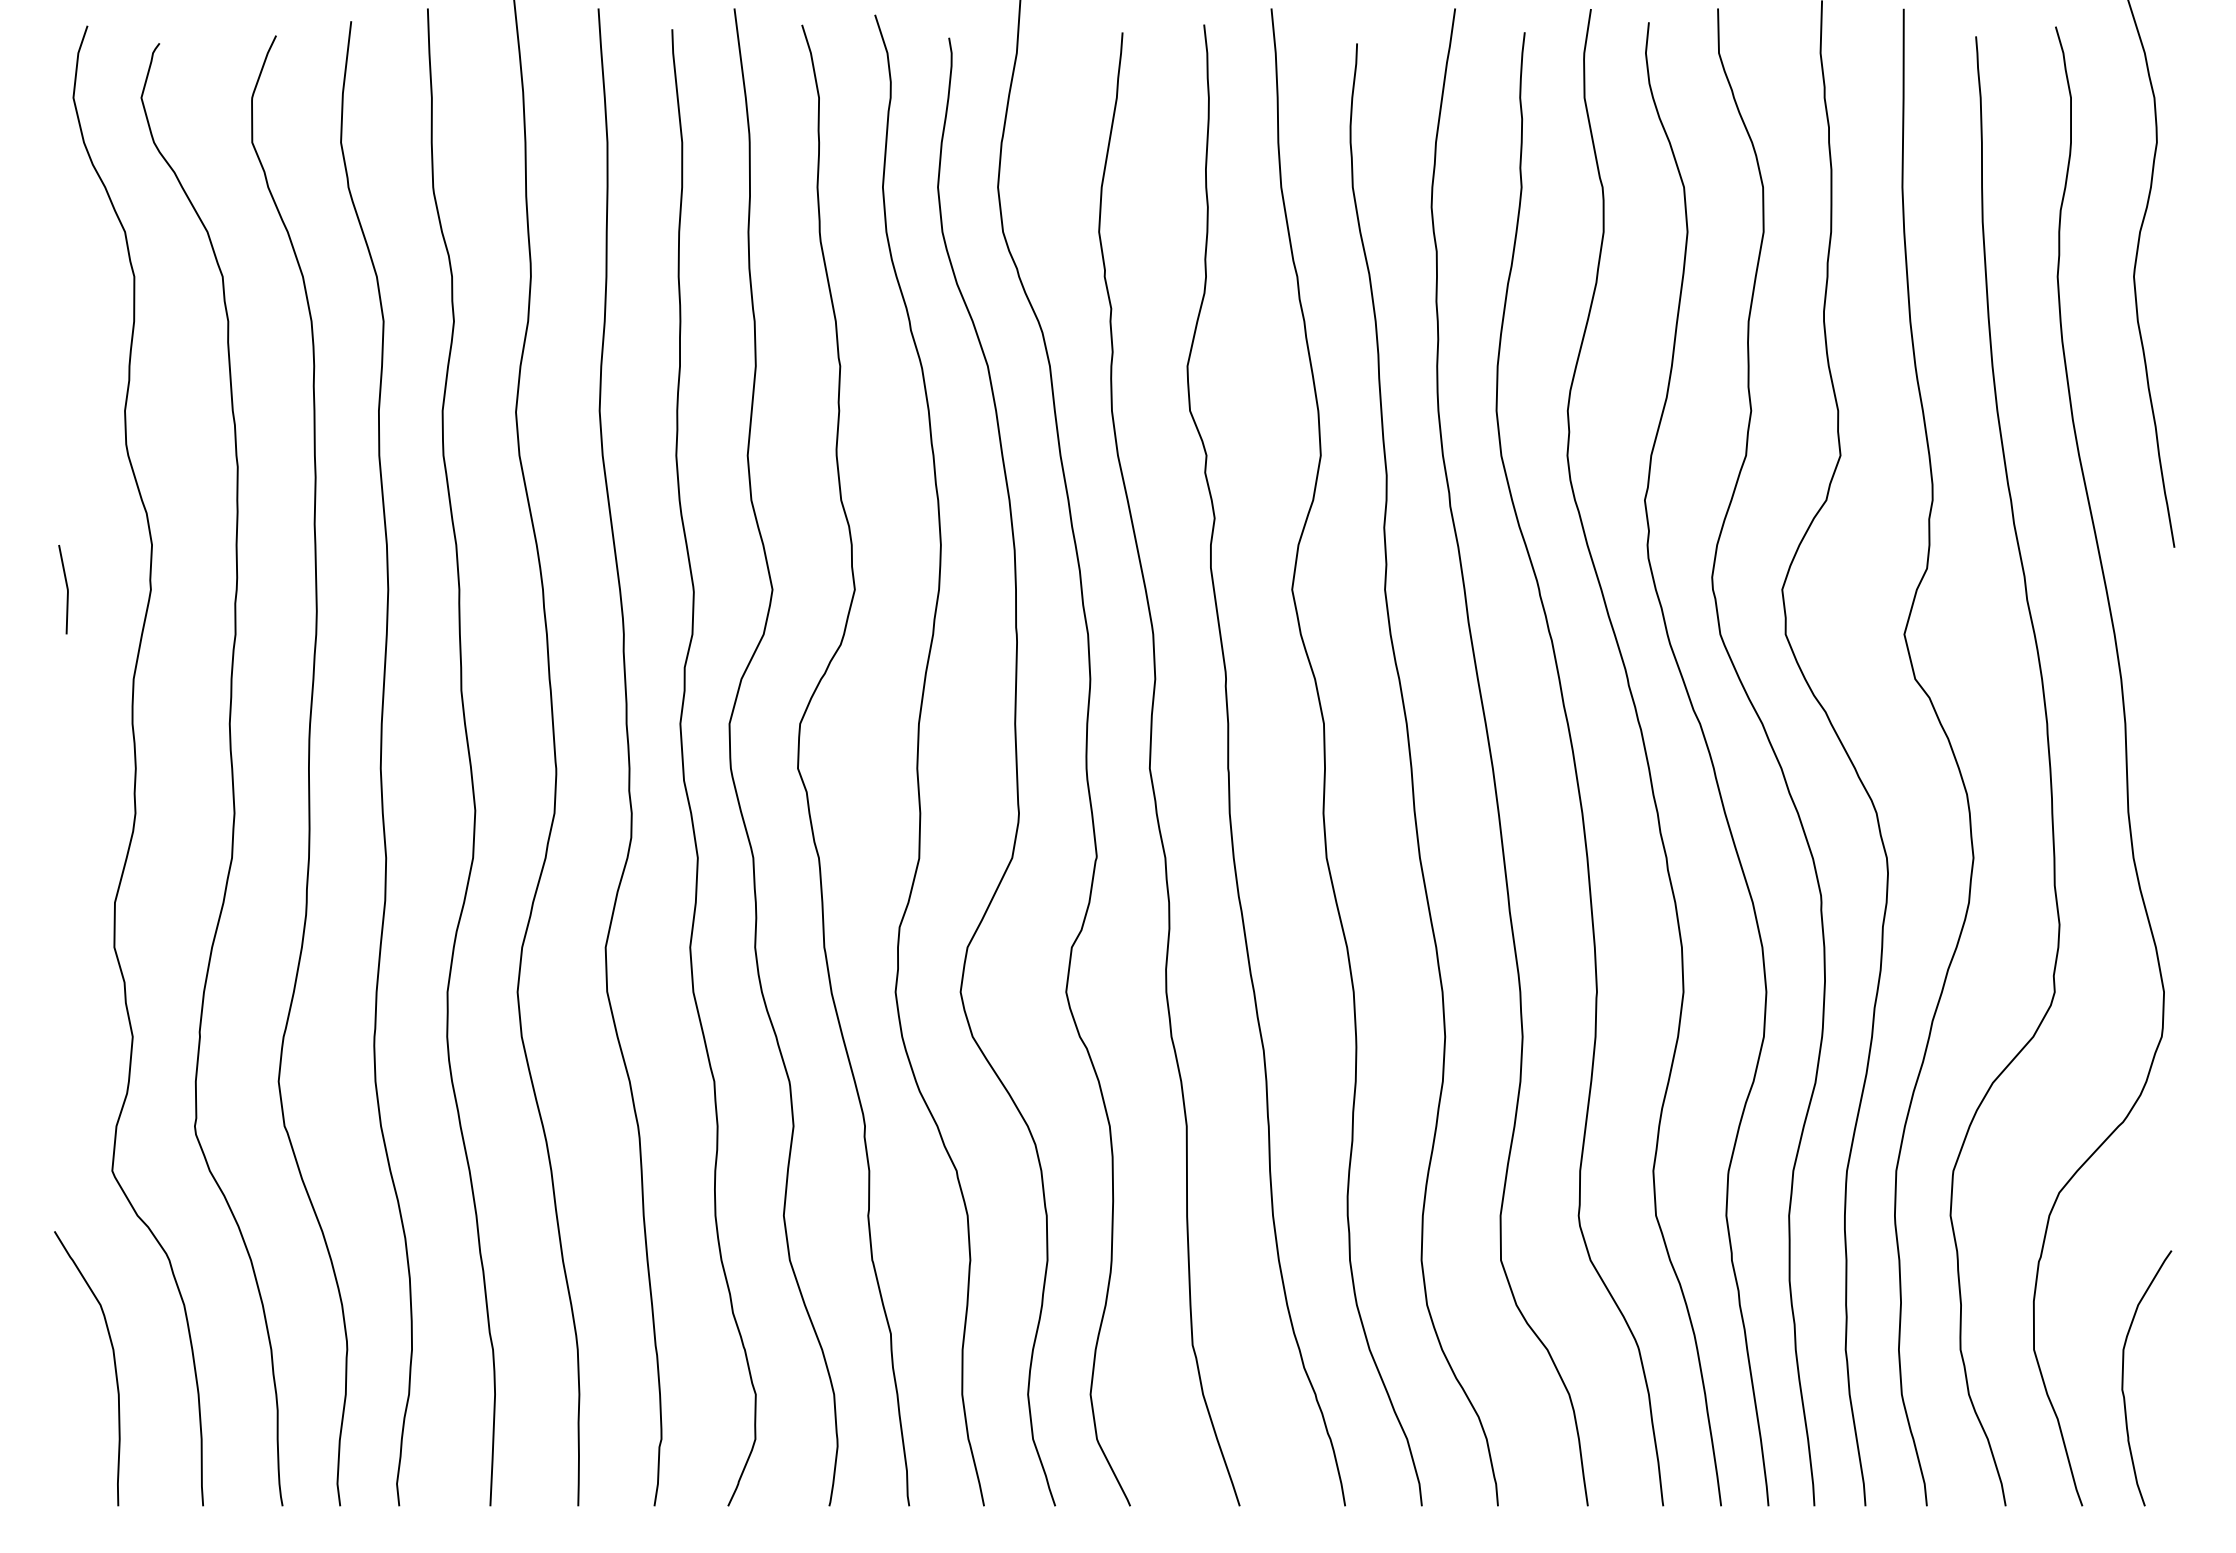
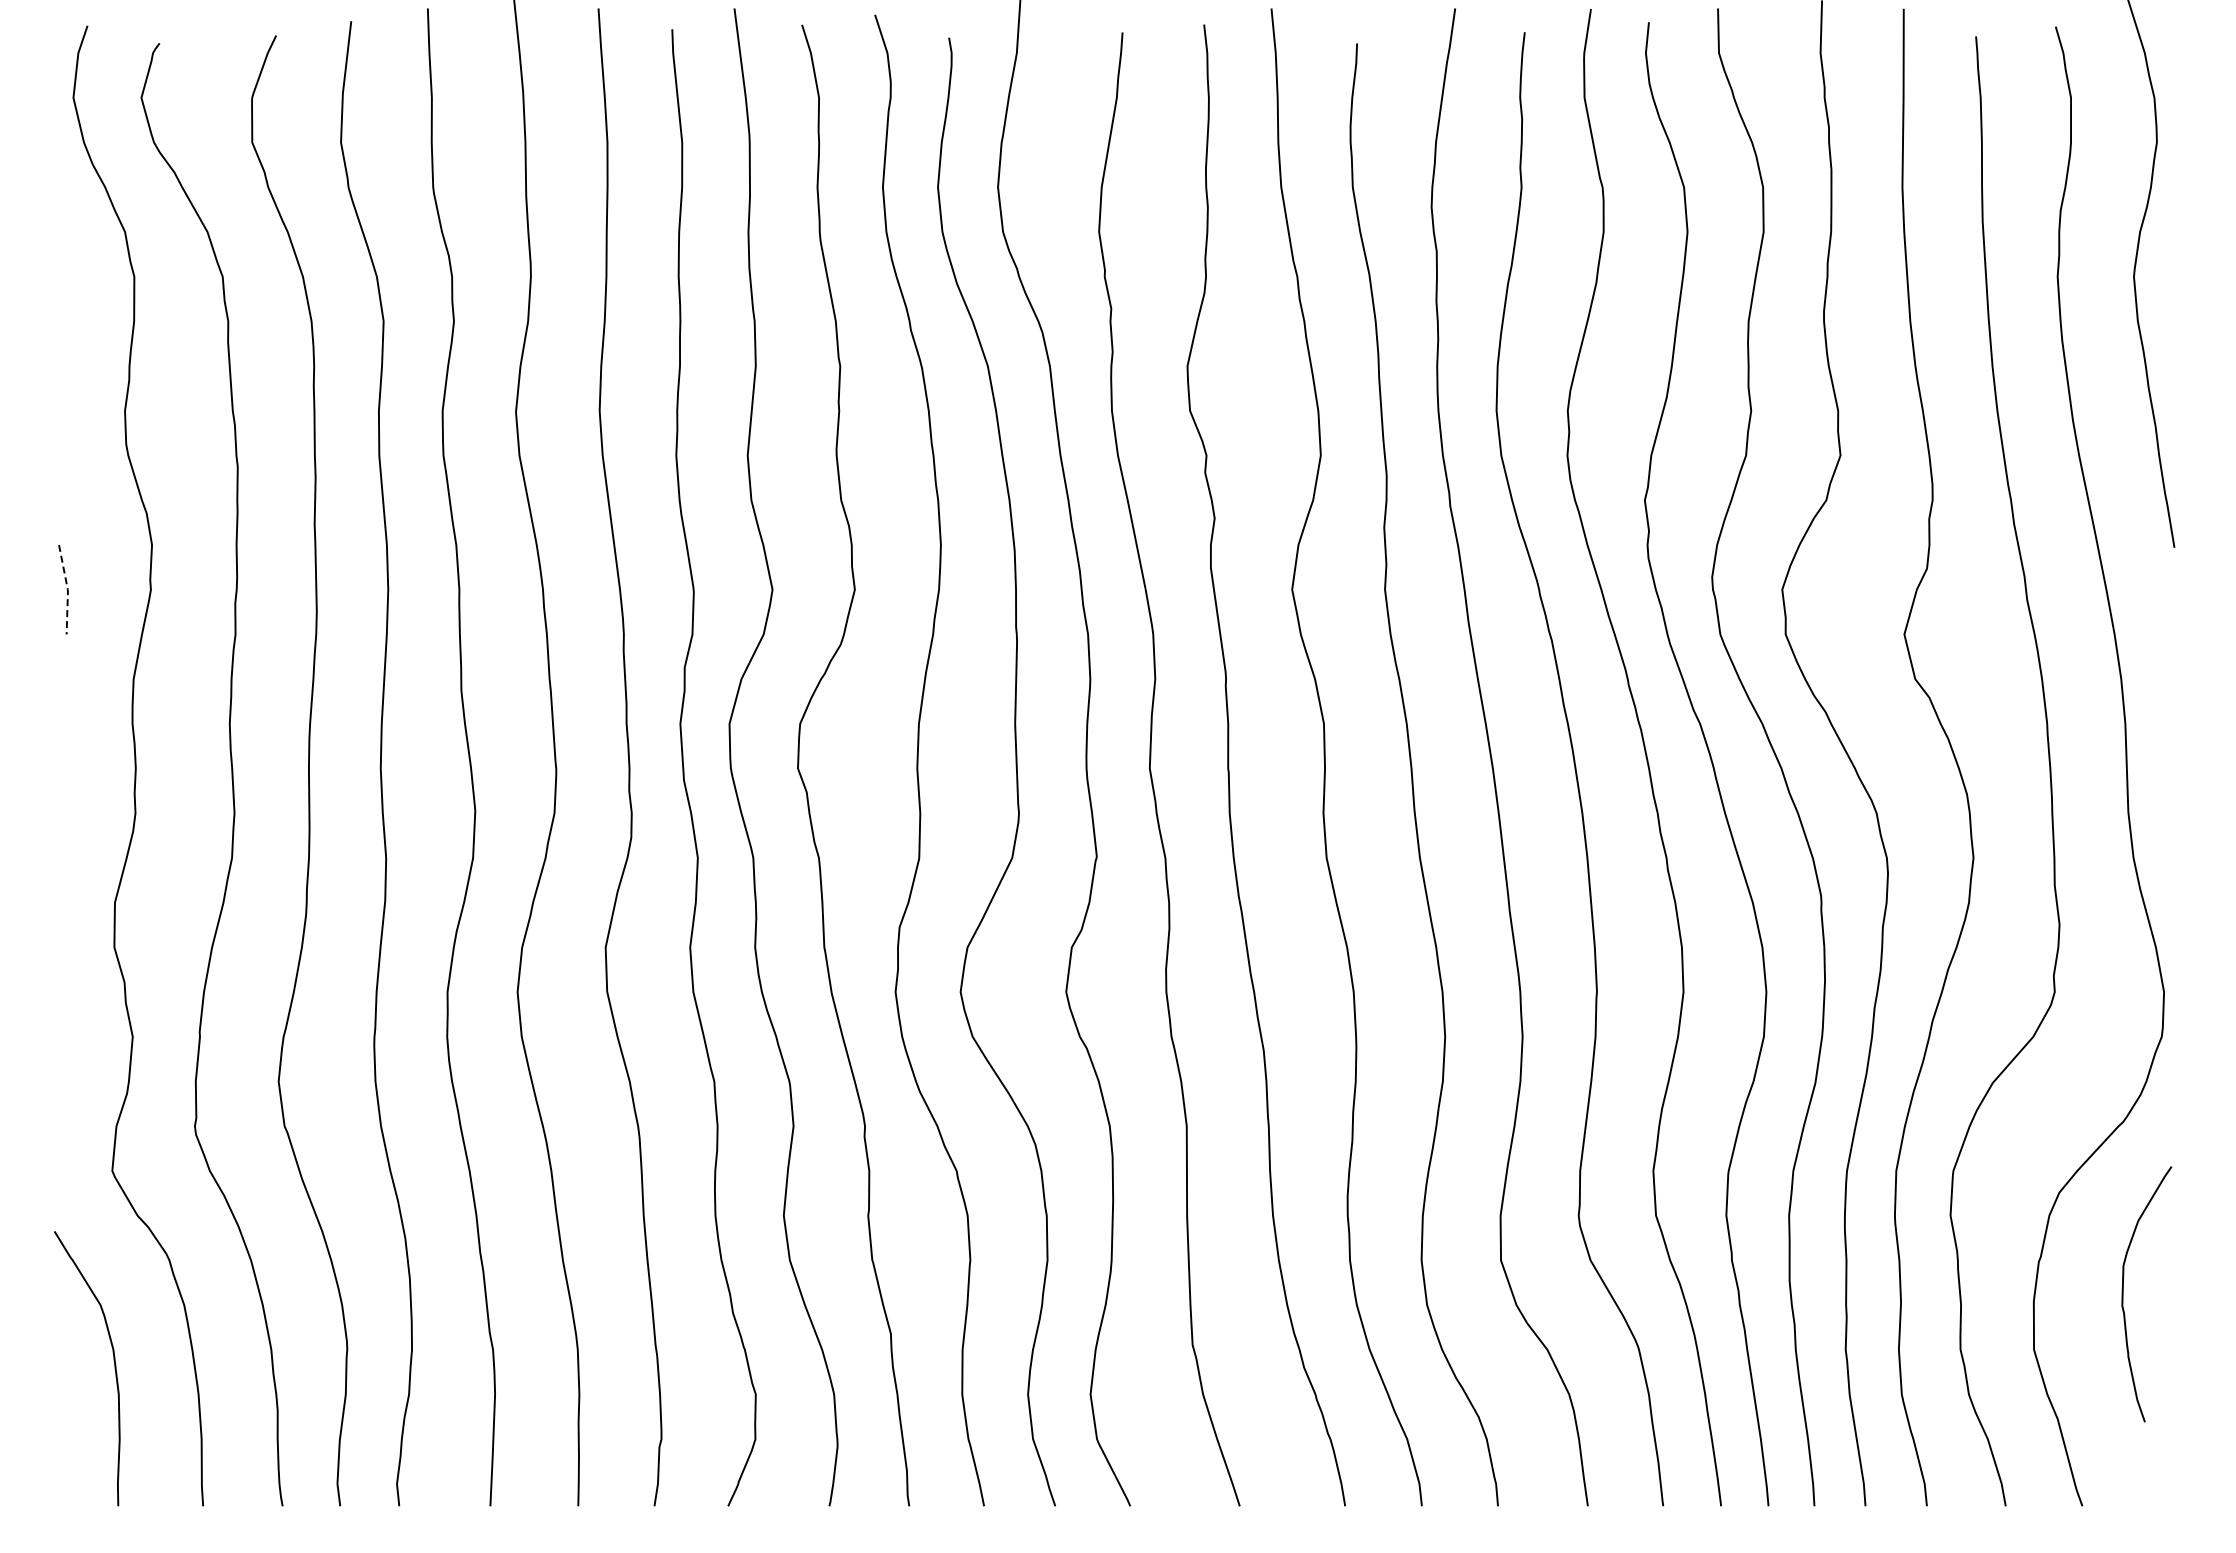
line at (67, 589): solid -> dashed
curve at (2123, 1378) position: (2123, 1378) -> (2123, 1294)
